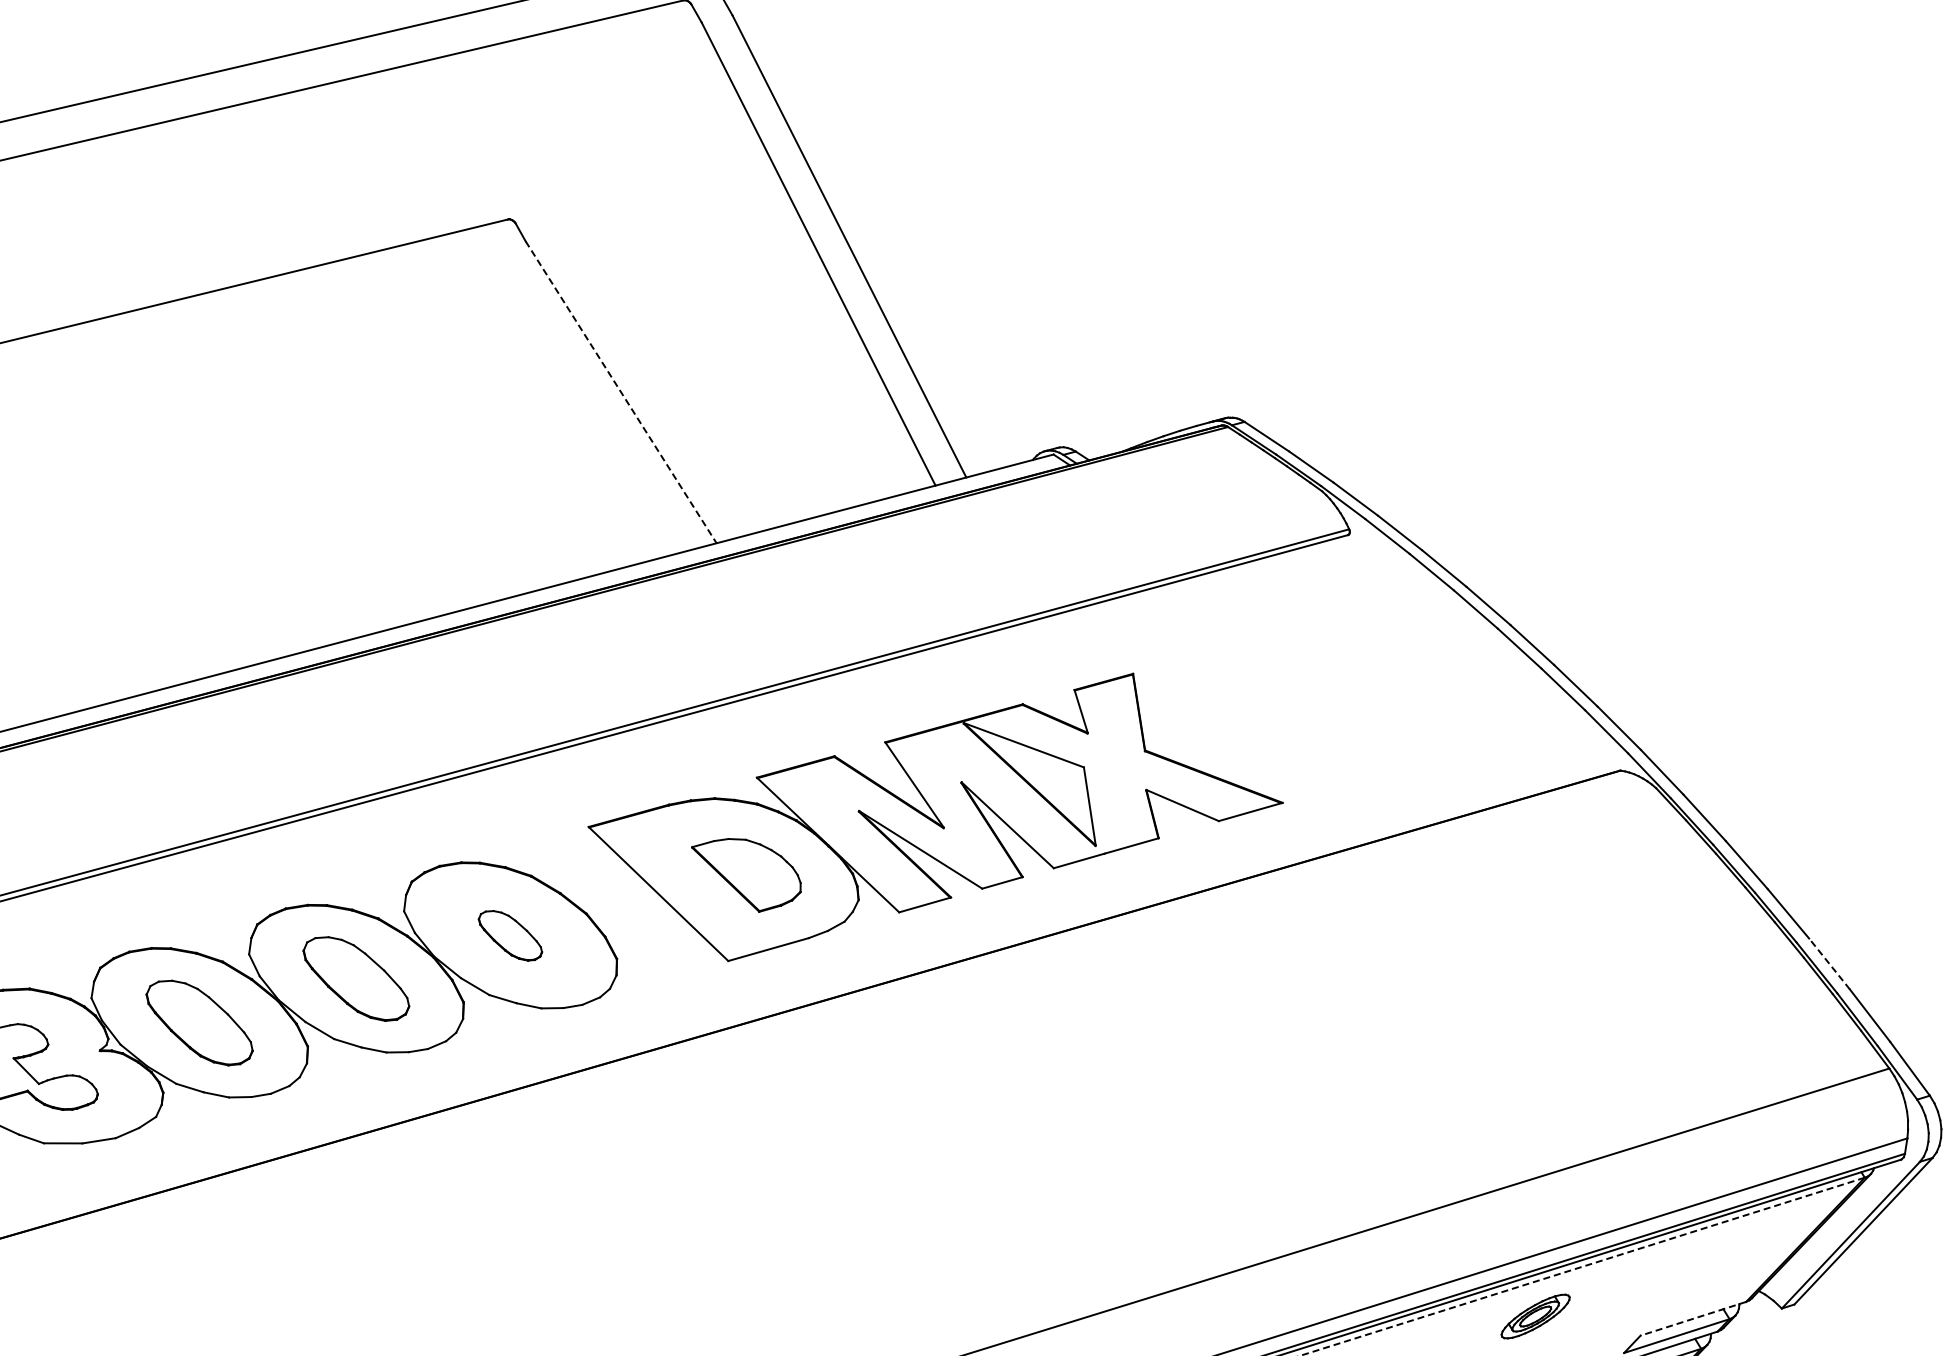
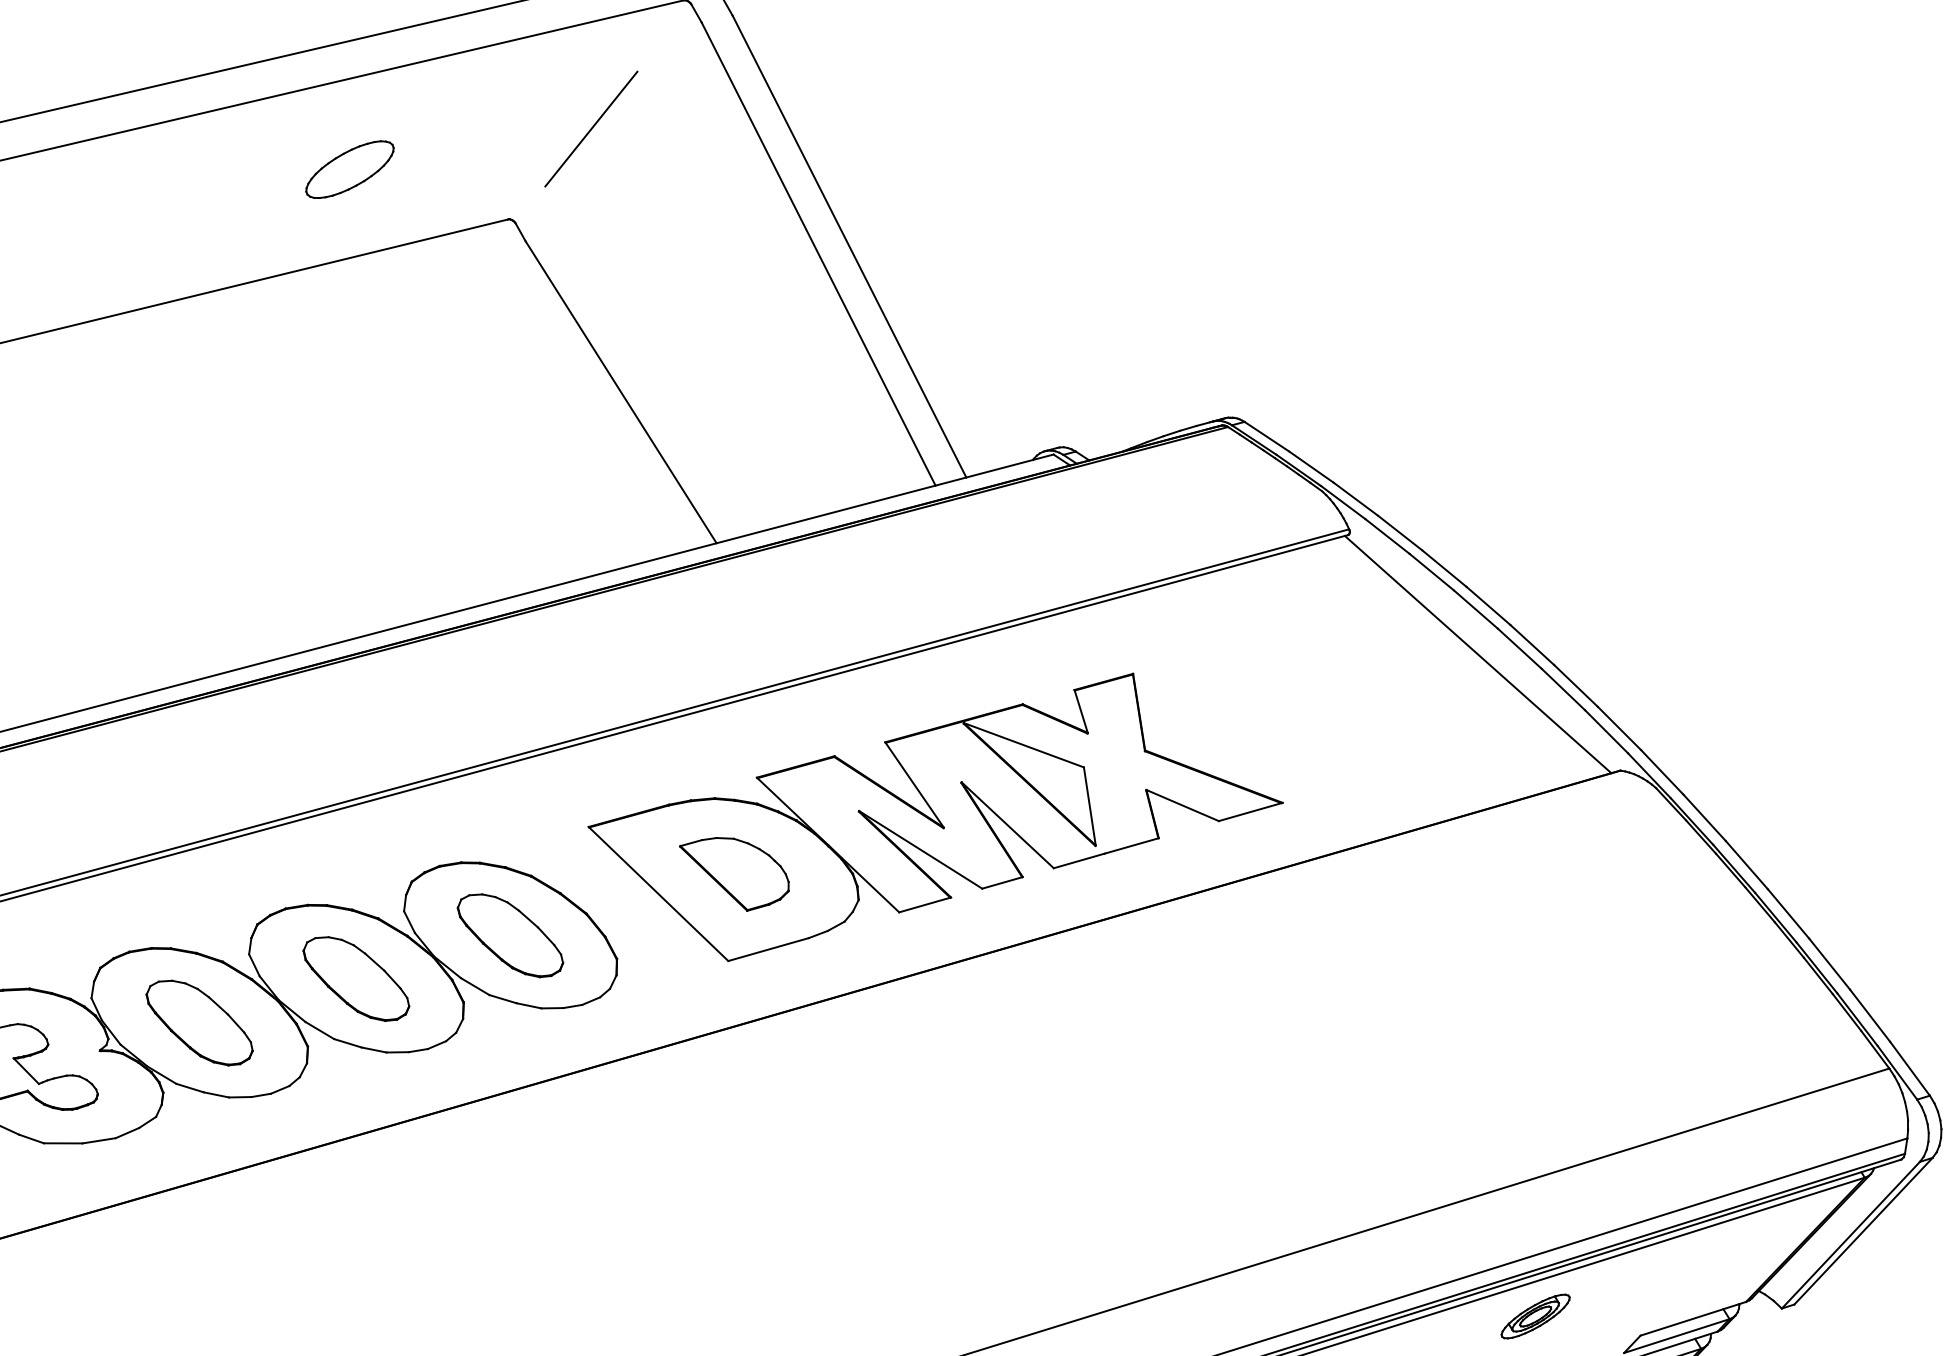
line at (591, 128): none -> present
part at (349, 169): none -> present
line at (621, 392): dashed -> solid
line at (1477, 654): none -> present
part at (746, 875) position: (746, 875) -> (734, 874)
part at (510, 935) size: 67x52 px -> 109x86 px
line at (1829, 964): dashed -> solid
line at (1582, 1266): dashed -> solid
line at (1692, 1318): dashed -> solid
